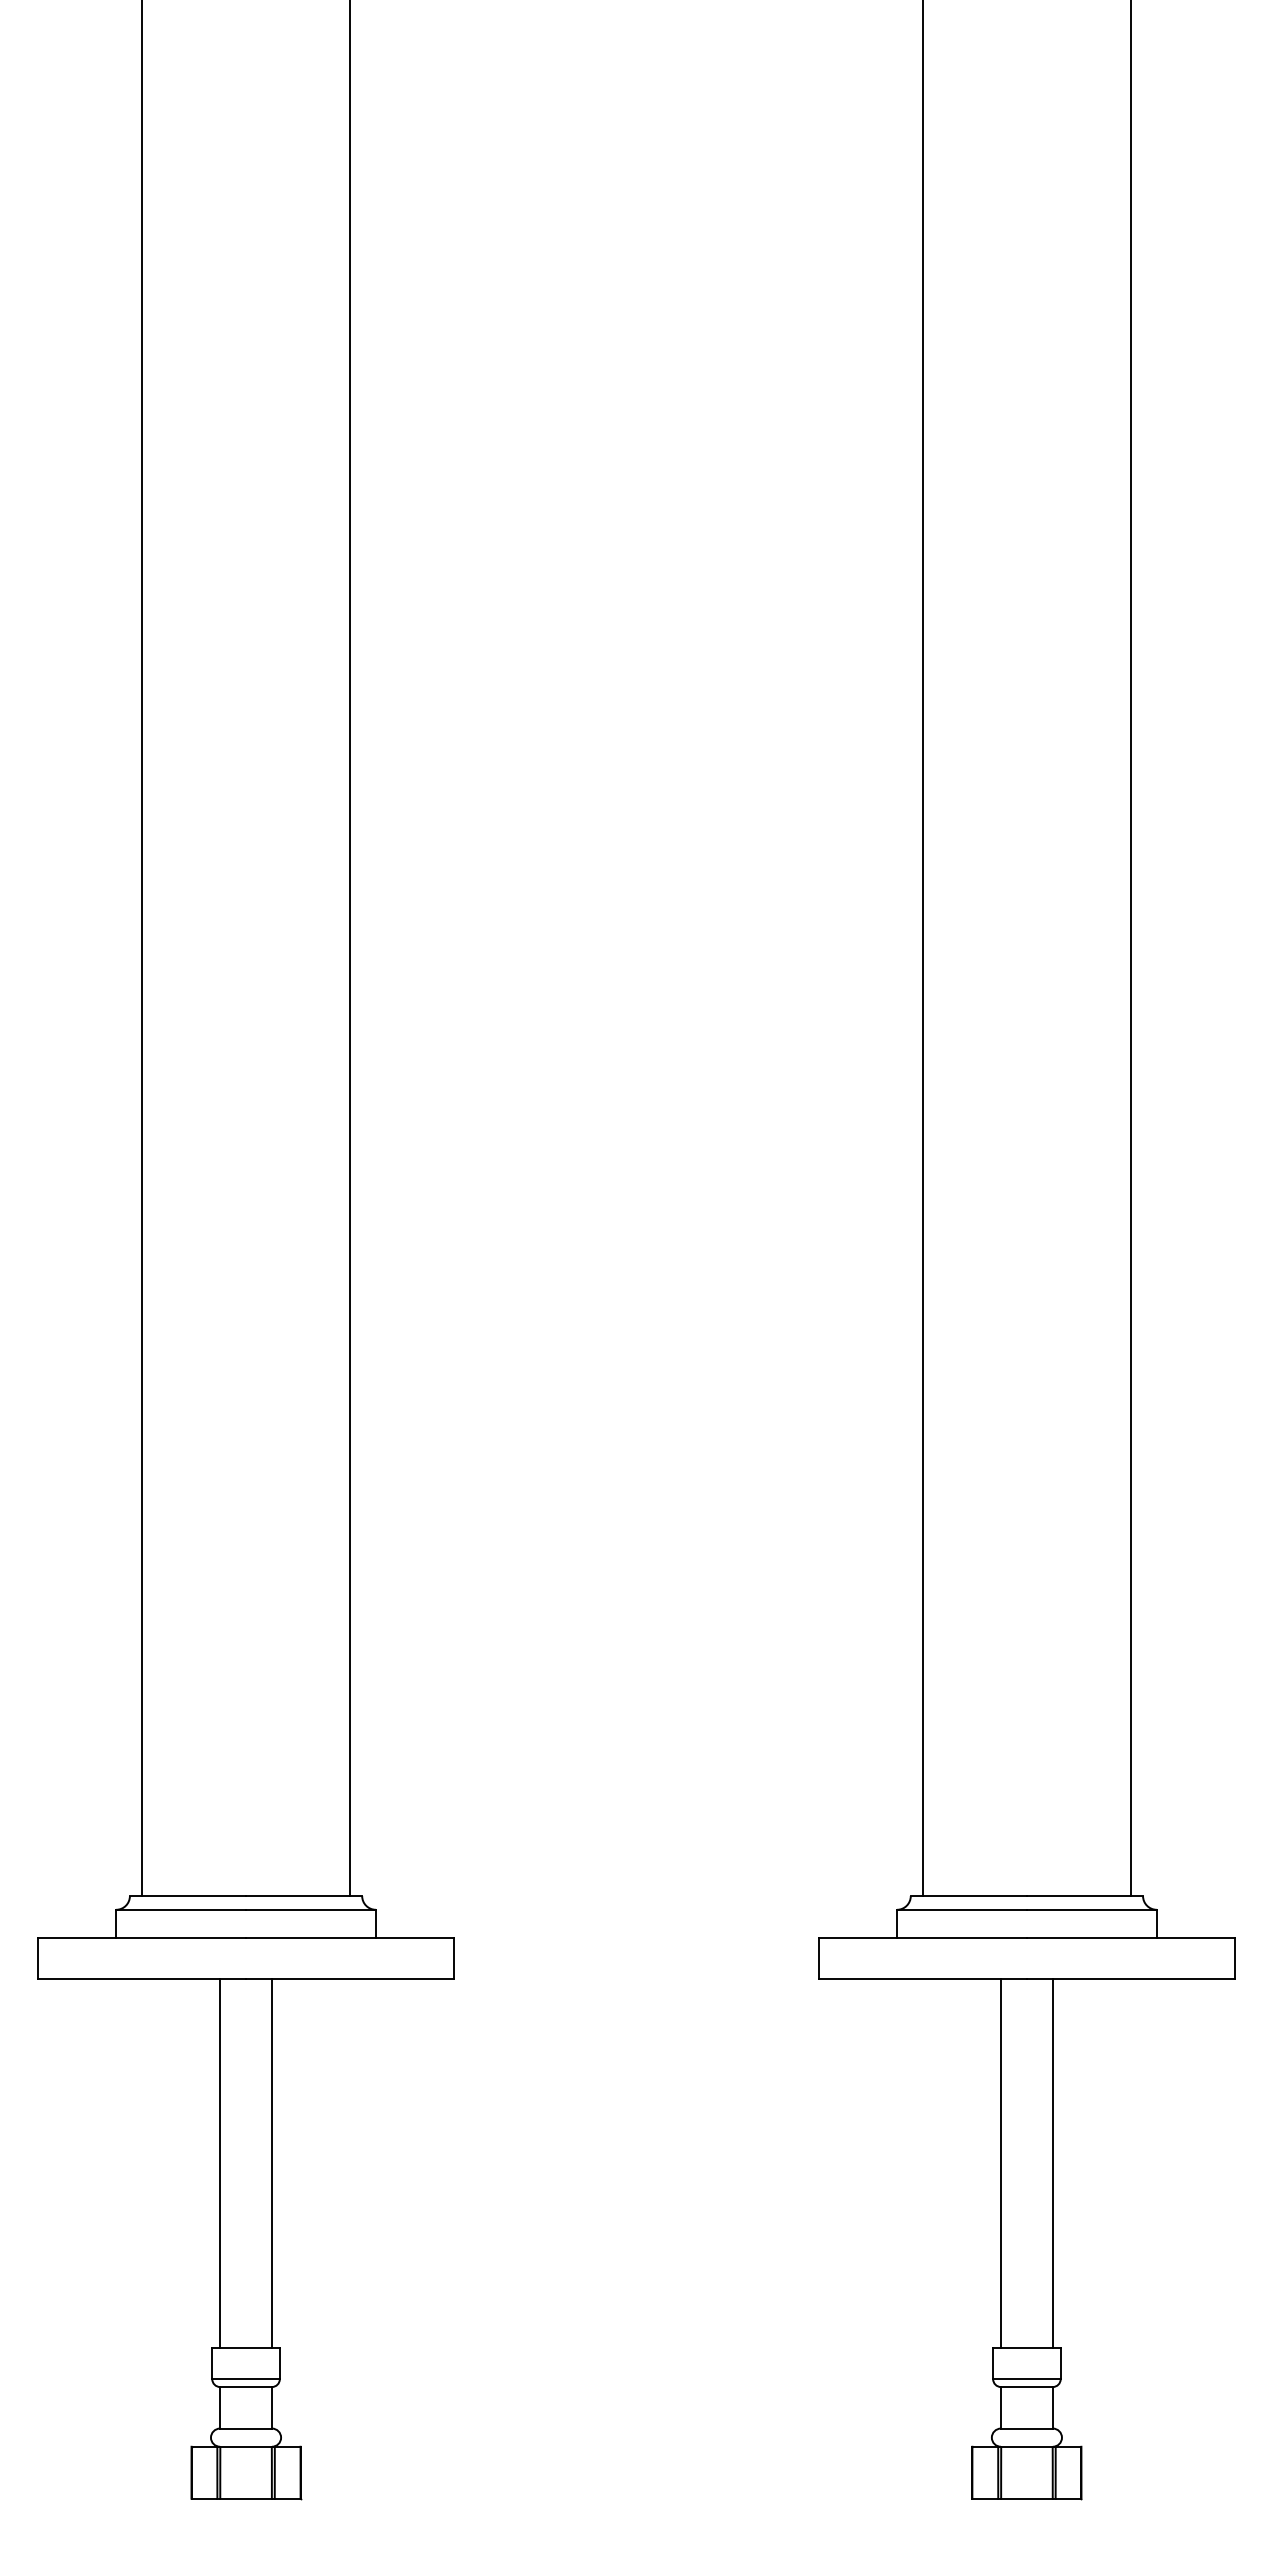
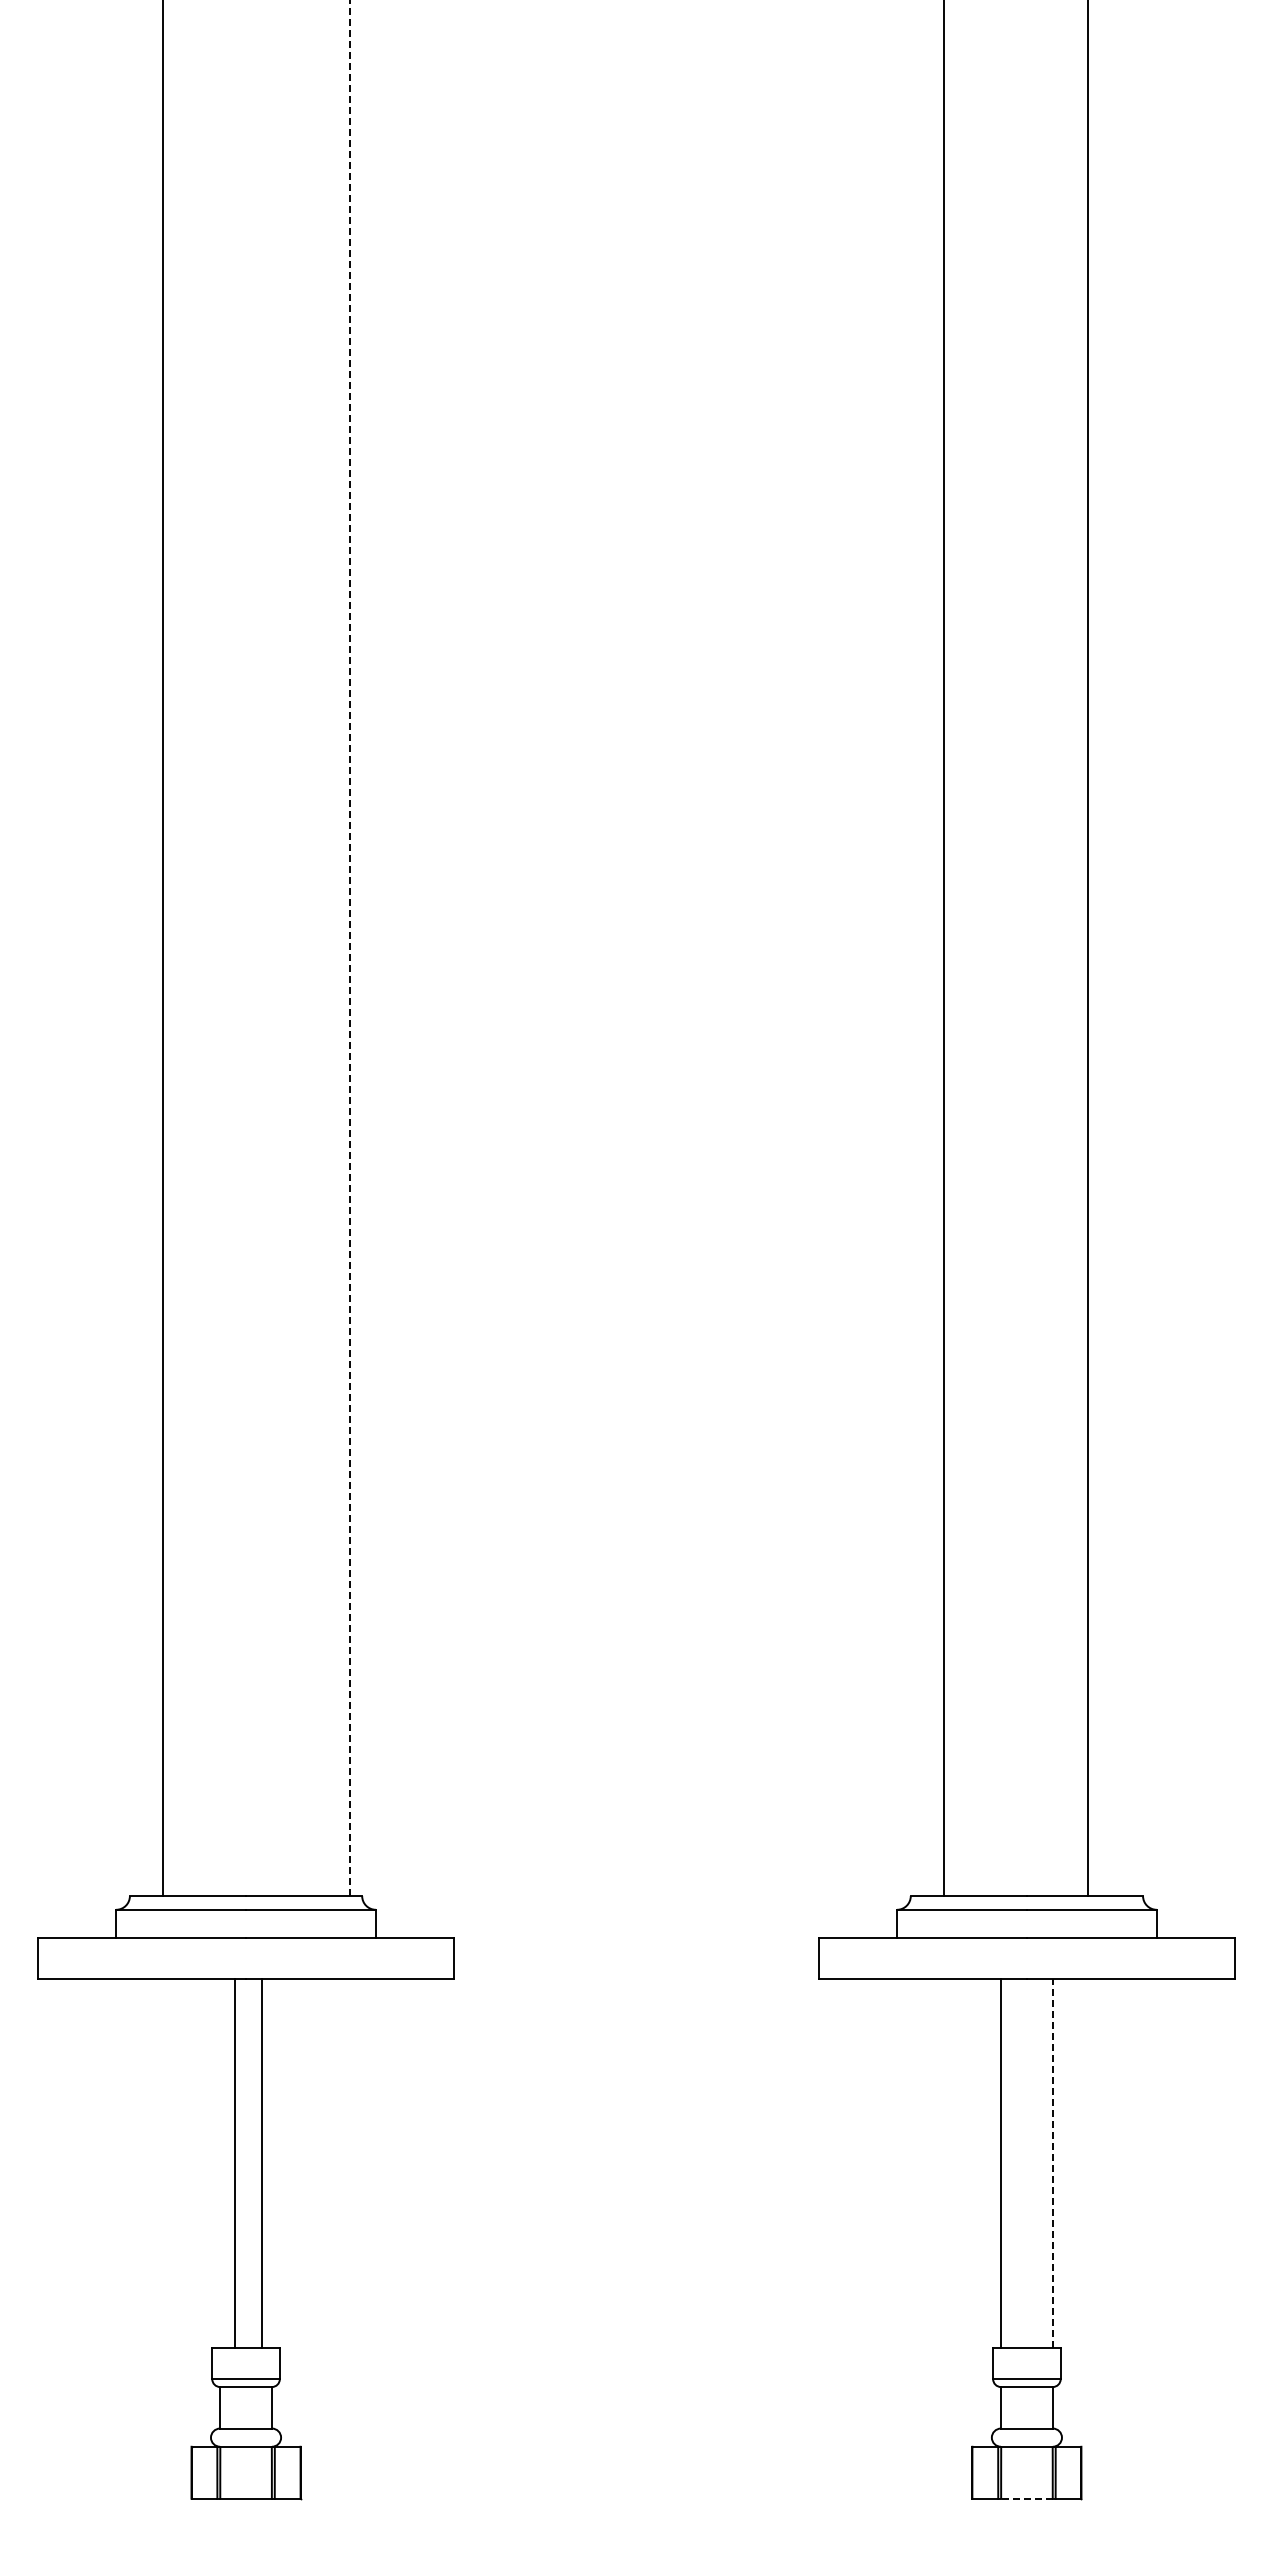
line at (349, 948): solid -> dashed
line at (142, 949) position: (142, 949) -> (163, 949)
line at (923, 949) position: (923, 949) -> (944, 949)
line at (1130, 949) position: (1130, 949) -> (1087, 949)
line at (220, 2163) position: (220, 2163) -> (262, 2163)
line at (272, 2163) position: (272, 2163) -> (235, 2163)
line at (1052, 2163): solid -> dashed
line at (1026, 2498): solid -> dashed
